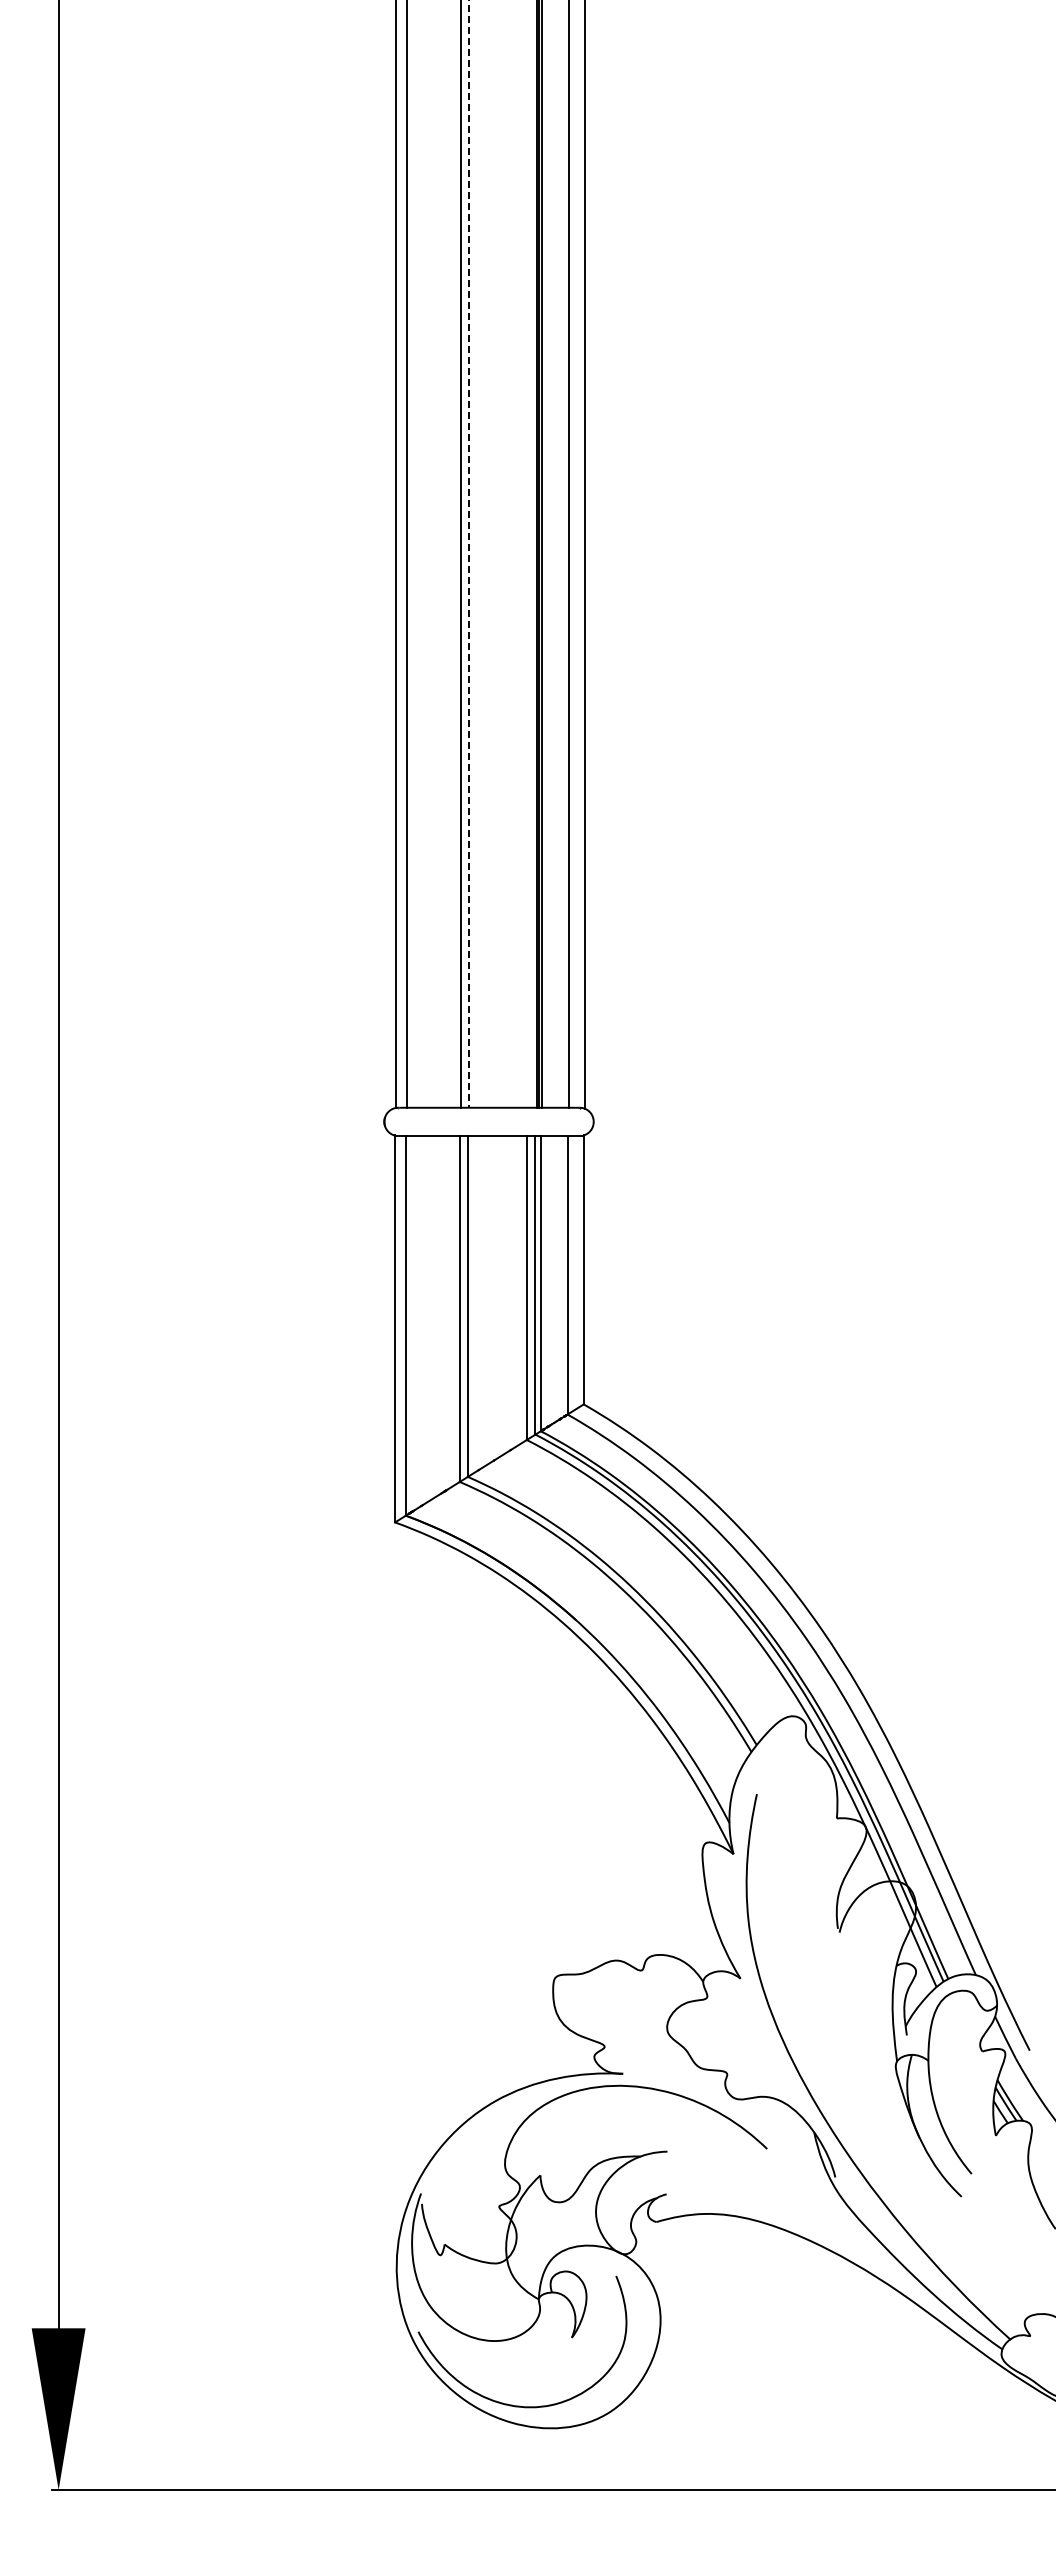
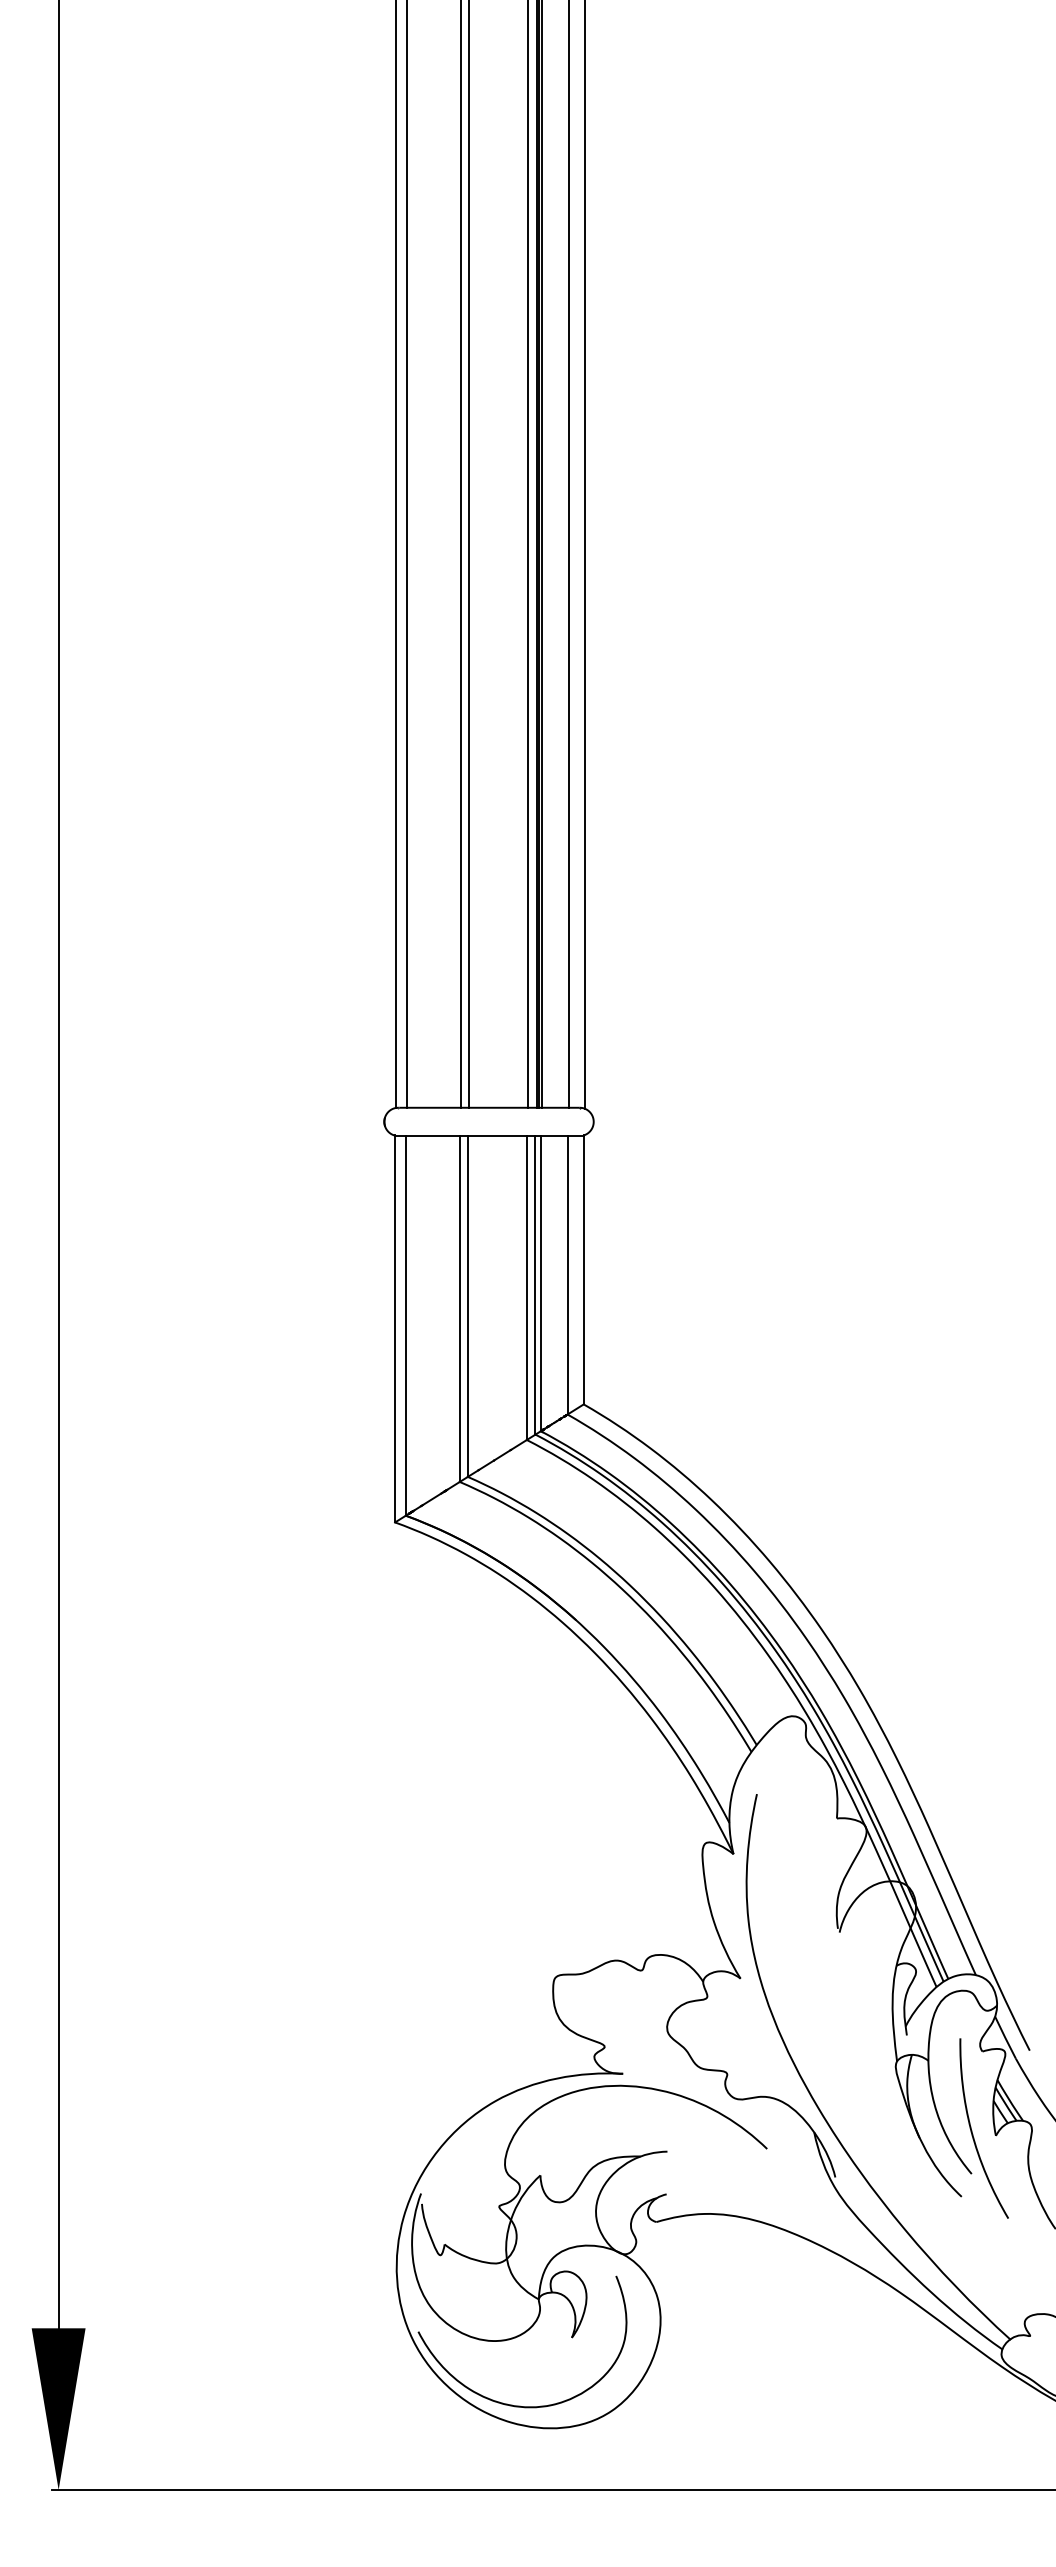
line at (469, 554): dashed -> solid
line at (528, 554): none -> present
curve at (972, 2130): none -> present
